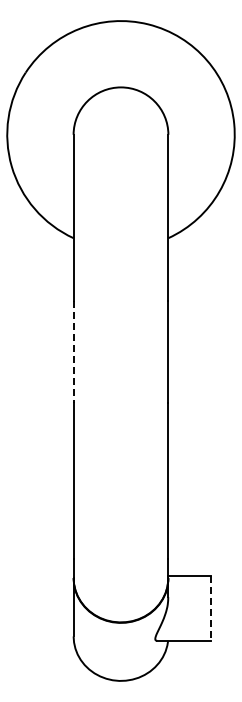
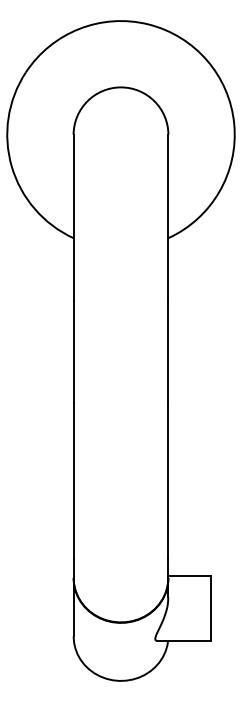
line at (73, 352): dashed -> solid
line at (211, 608): dashed -> solid
